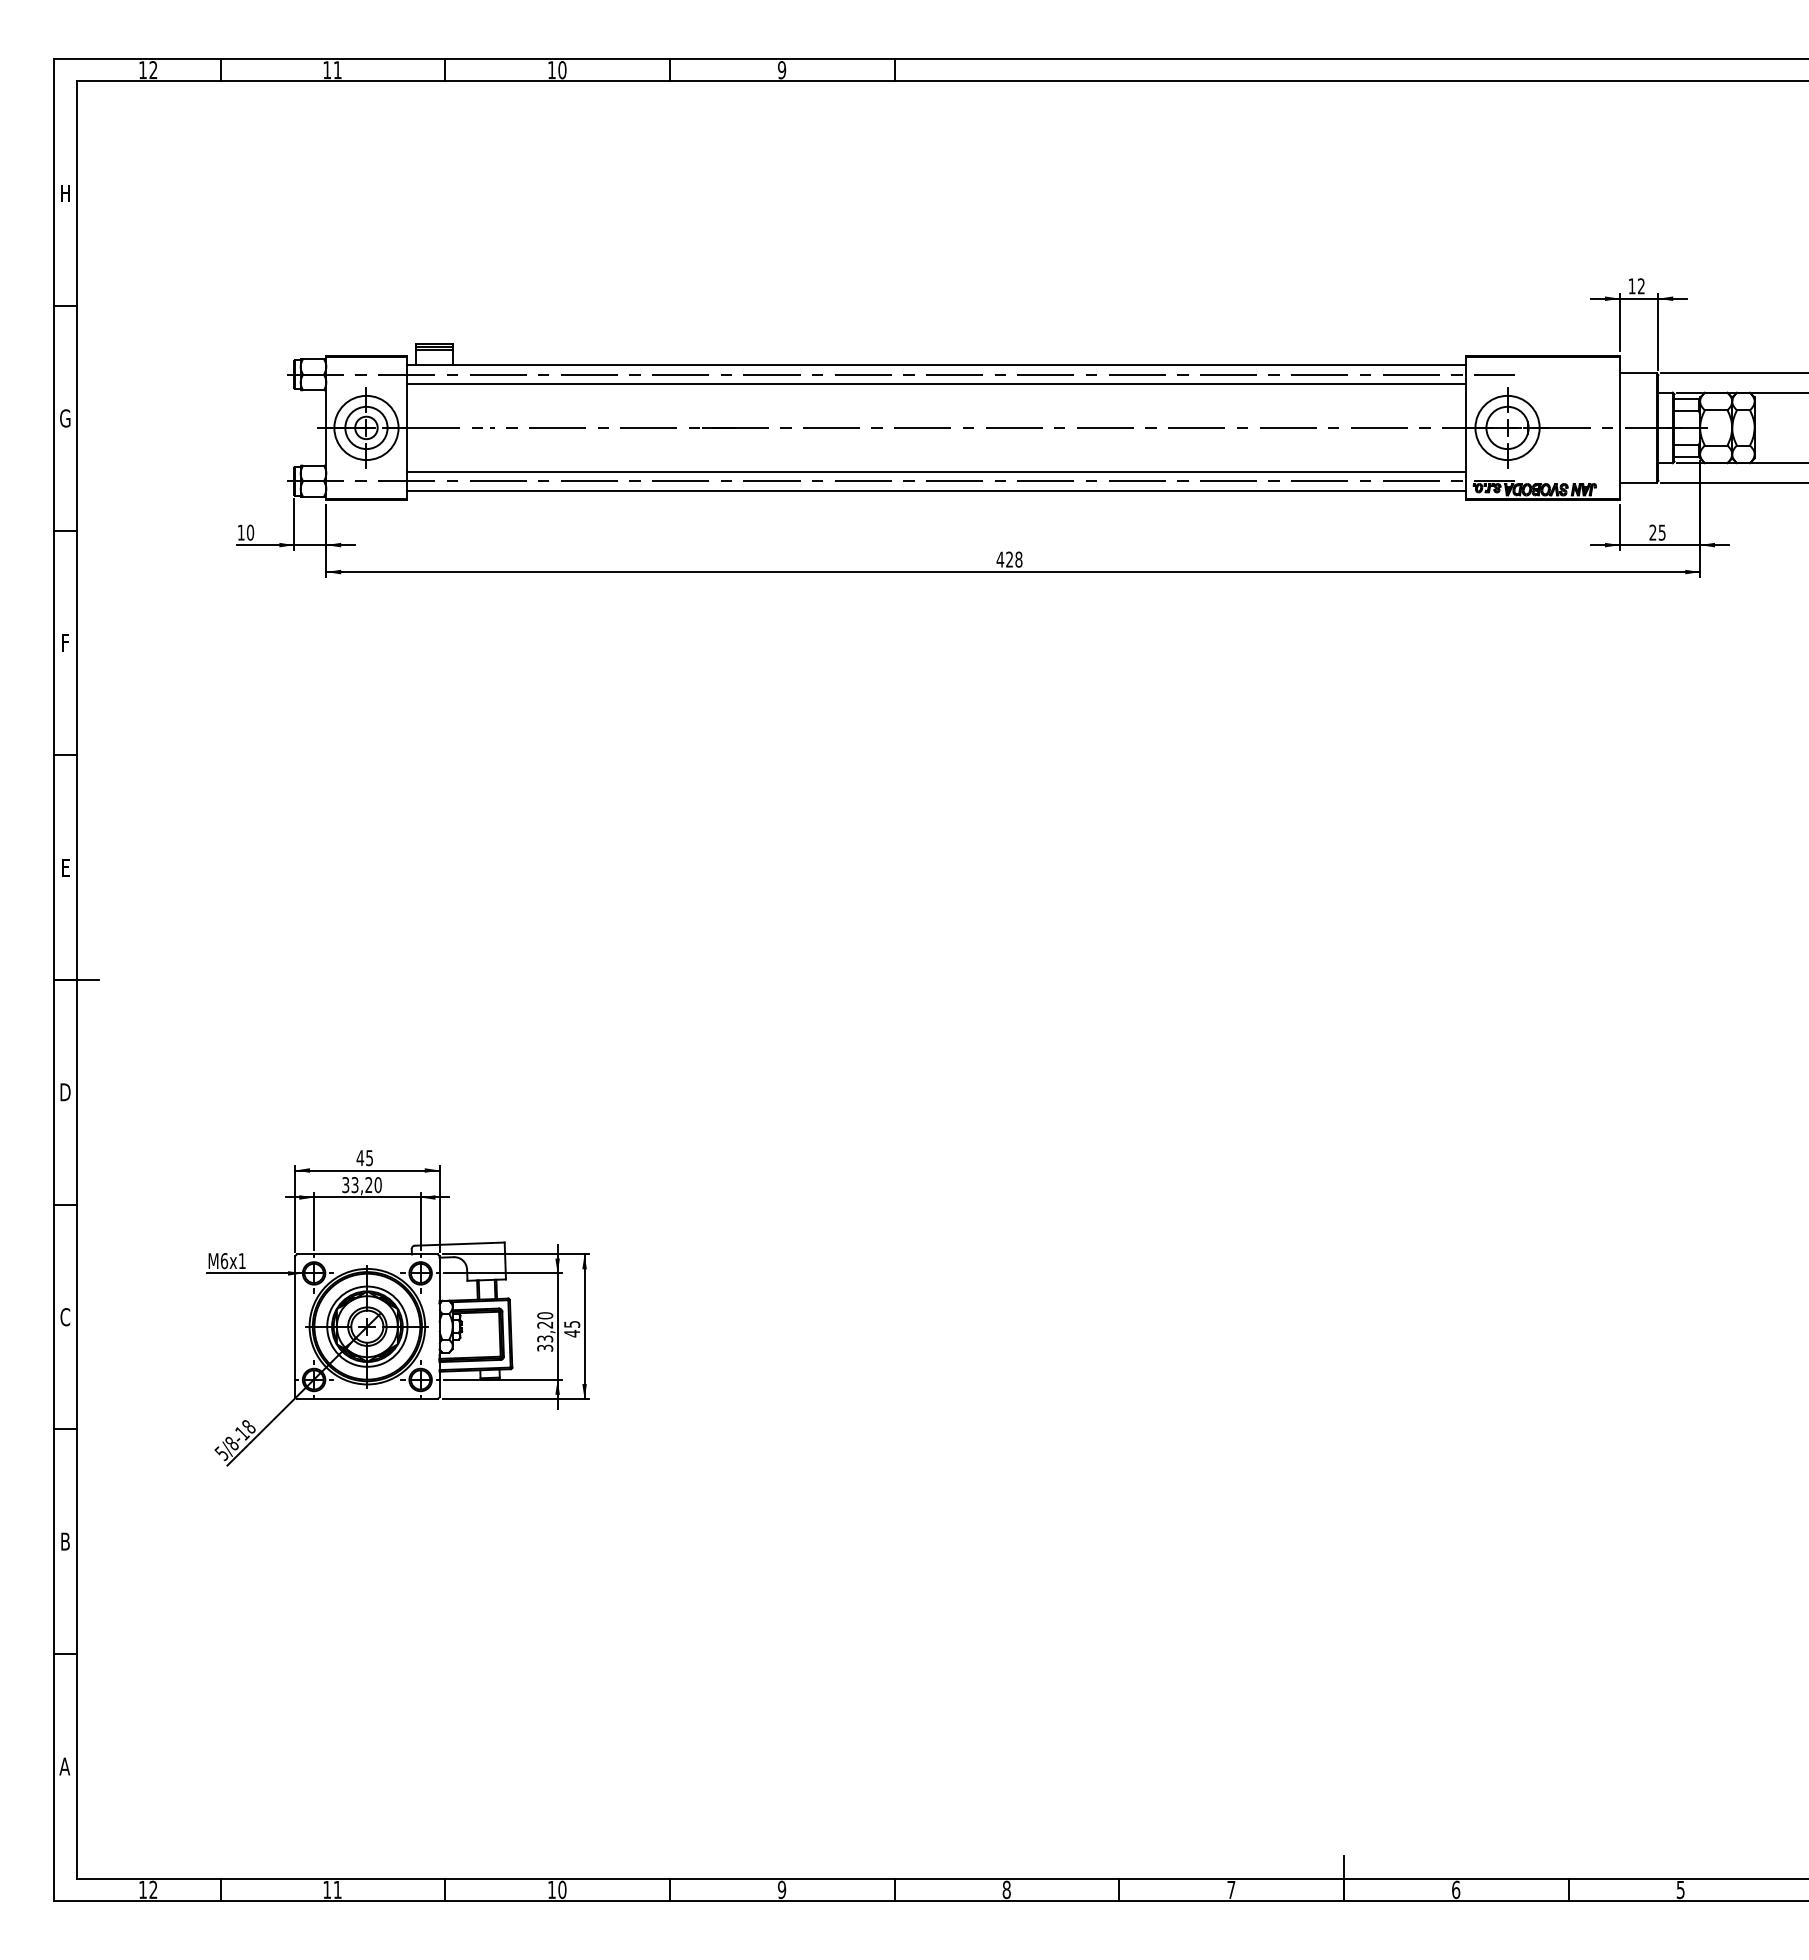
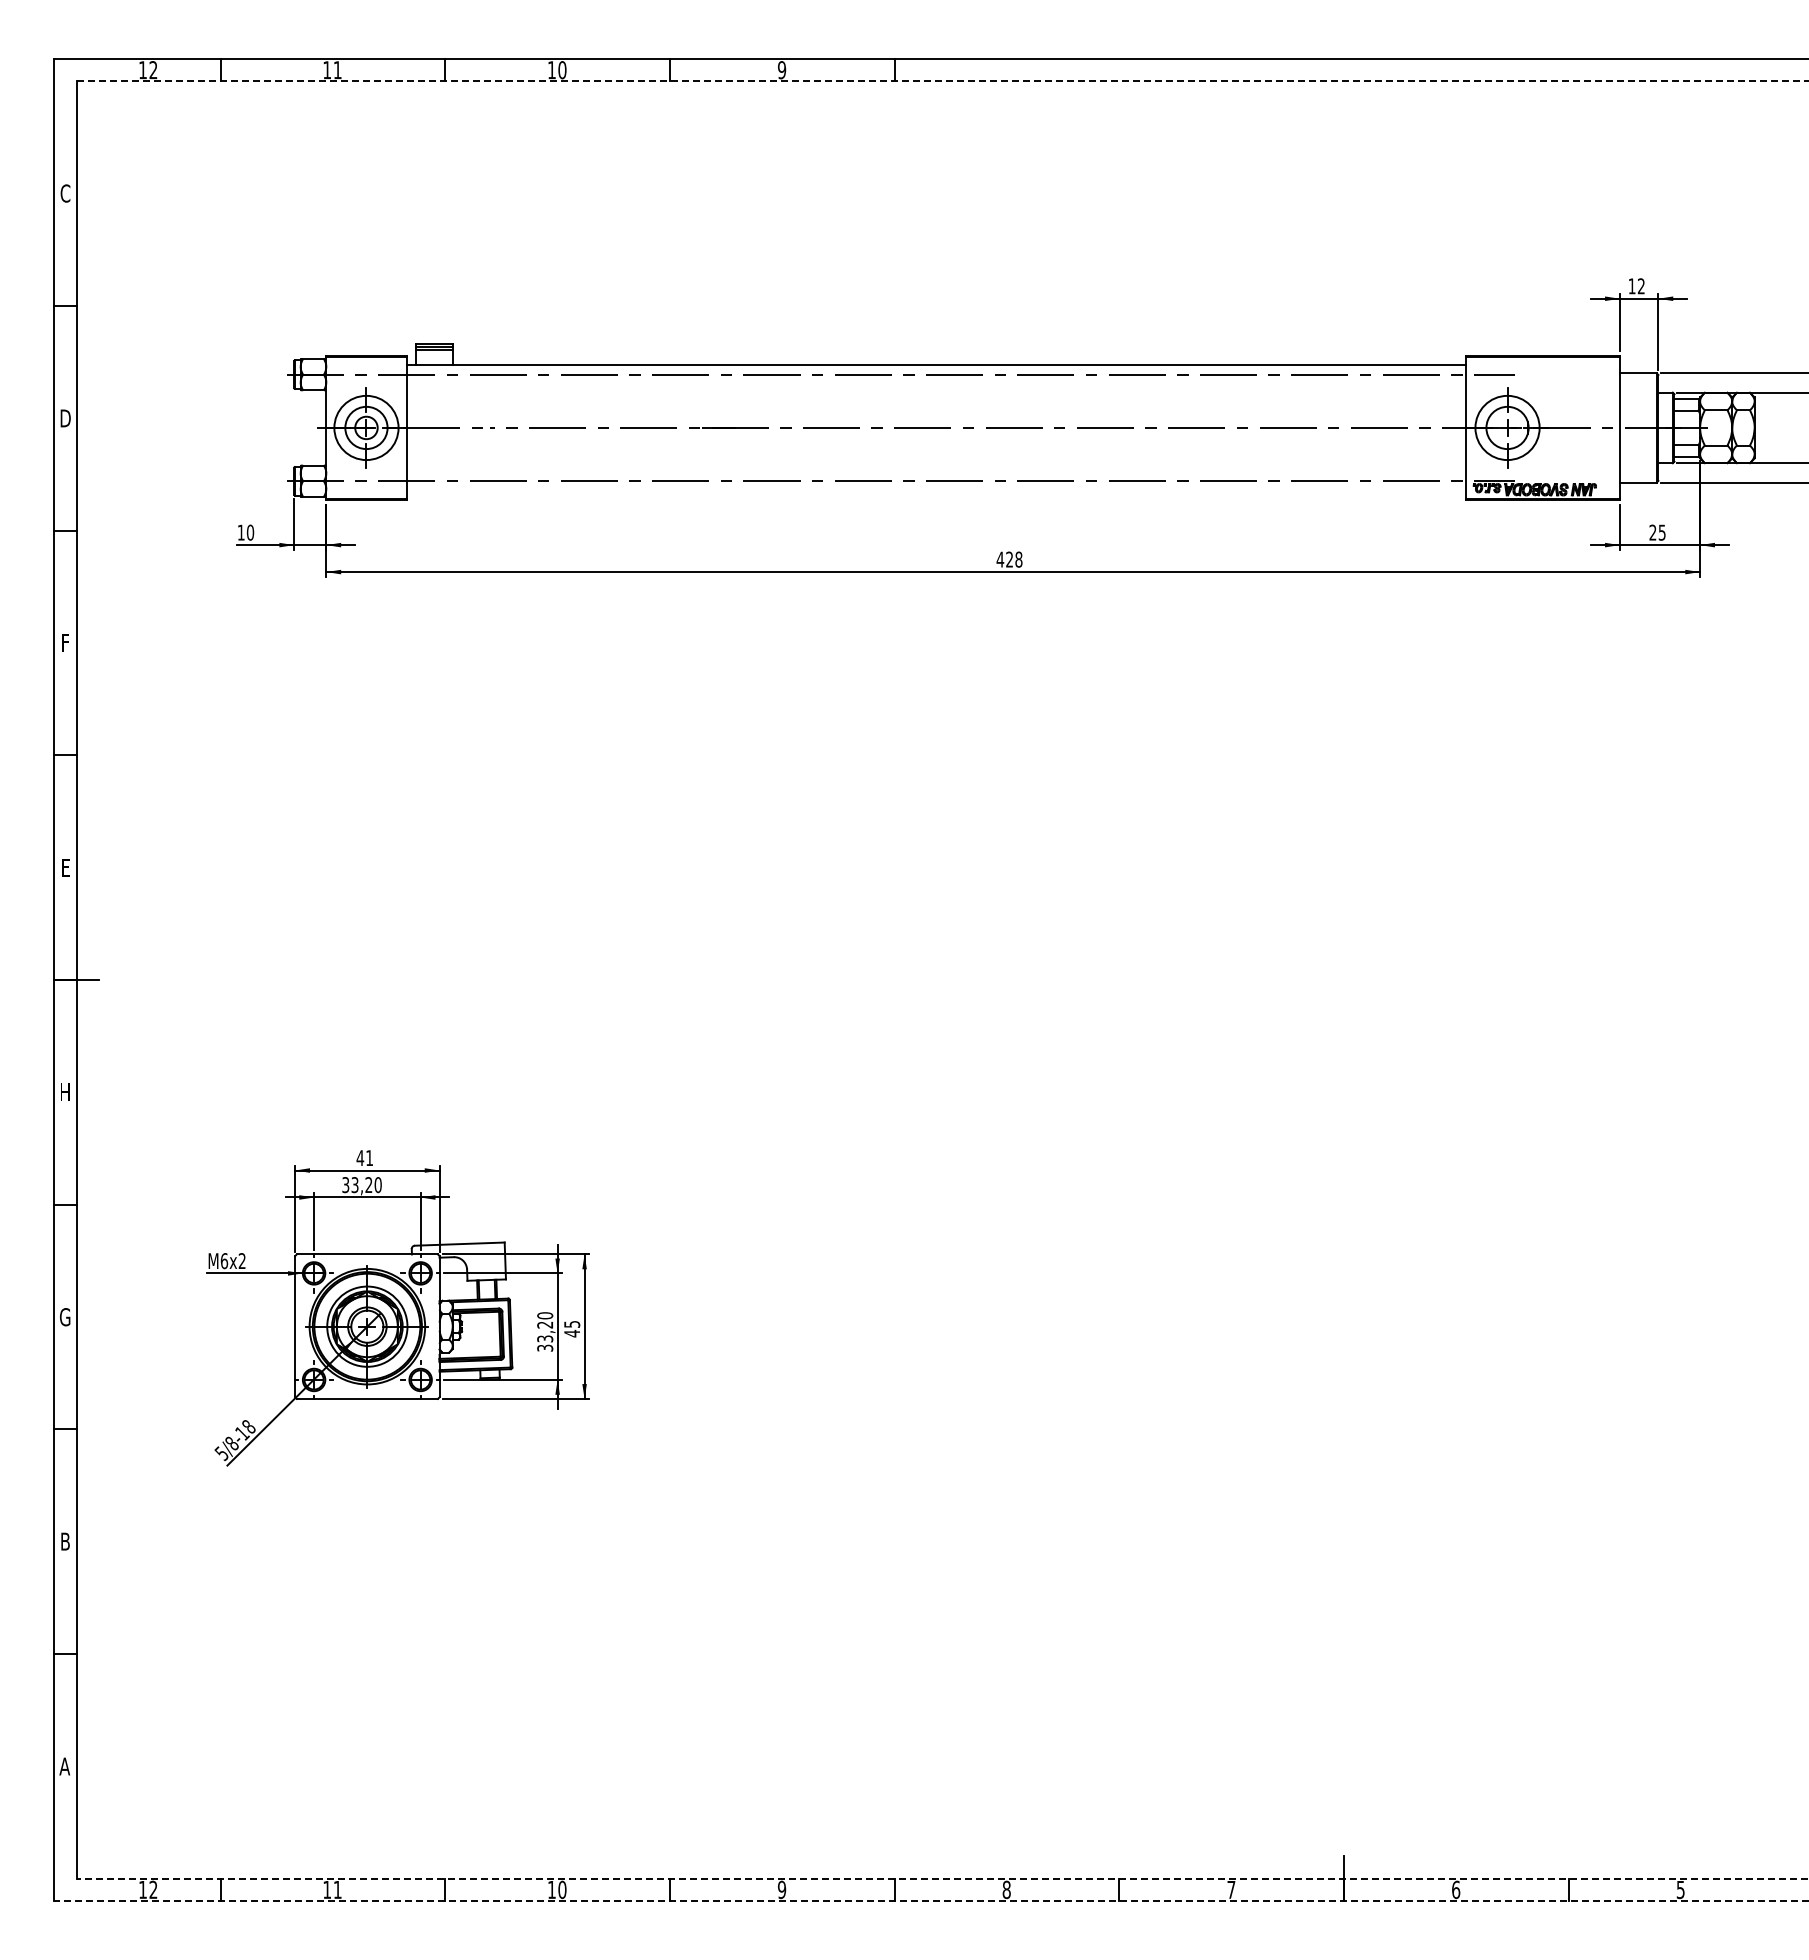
line at (942, 81): solid -> dashed
text at (65, 193): H -> C
line at (935, 384): present -> none
text at (65, 418): G -> D
line at (935, 471): present -> none
line at (935, 490): present -> none
text at (65, 1092): D -> H
text at (369, 1158): 45 -> 41
text at (241, 1260): M6x1 -> M6x2
text at (64, 1317): C -> G
line at (942, 1878): solid -> dashed
line at (931, 1901): solid -> dashed
